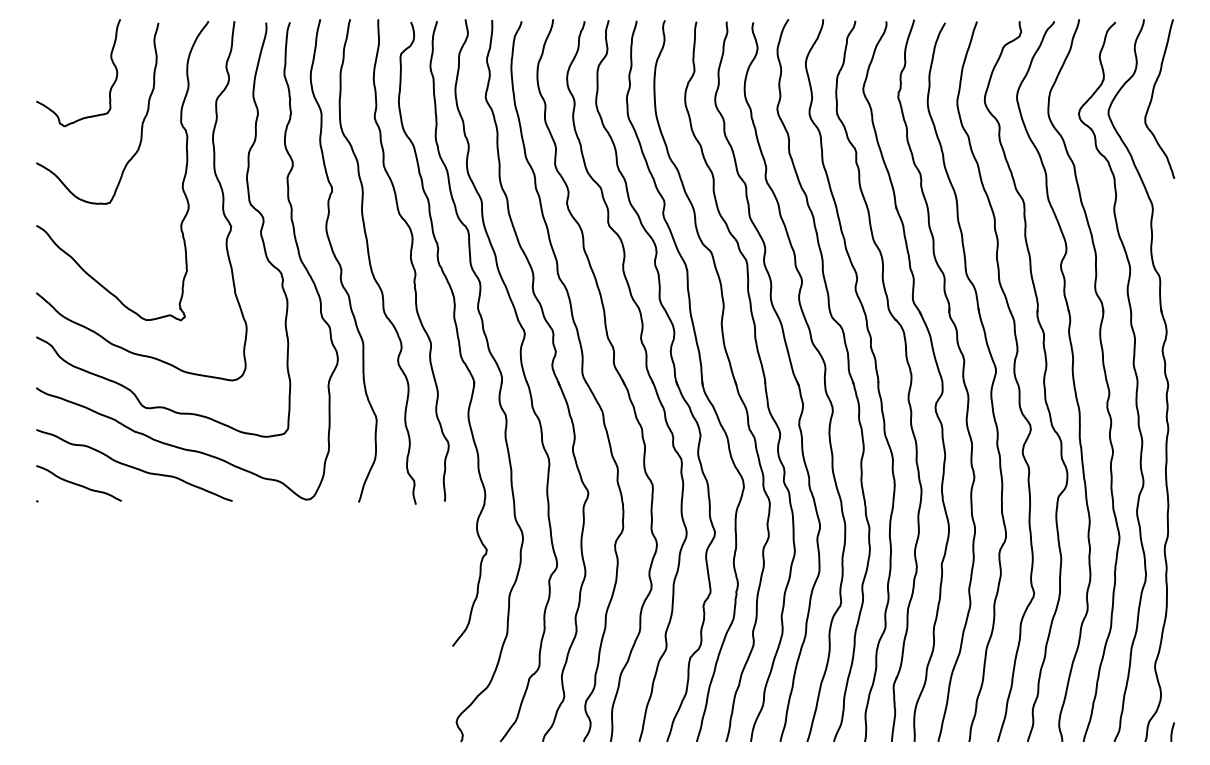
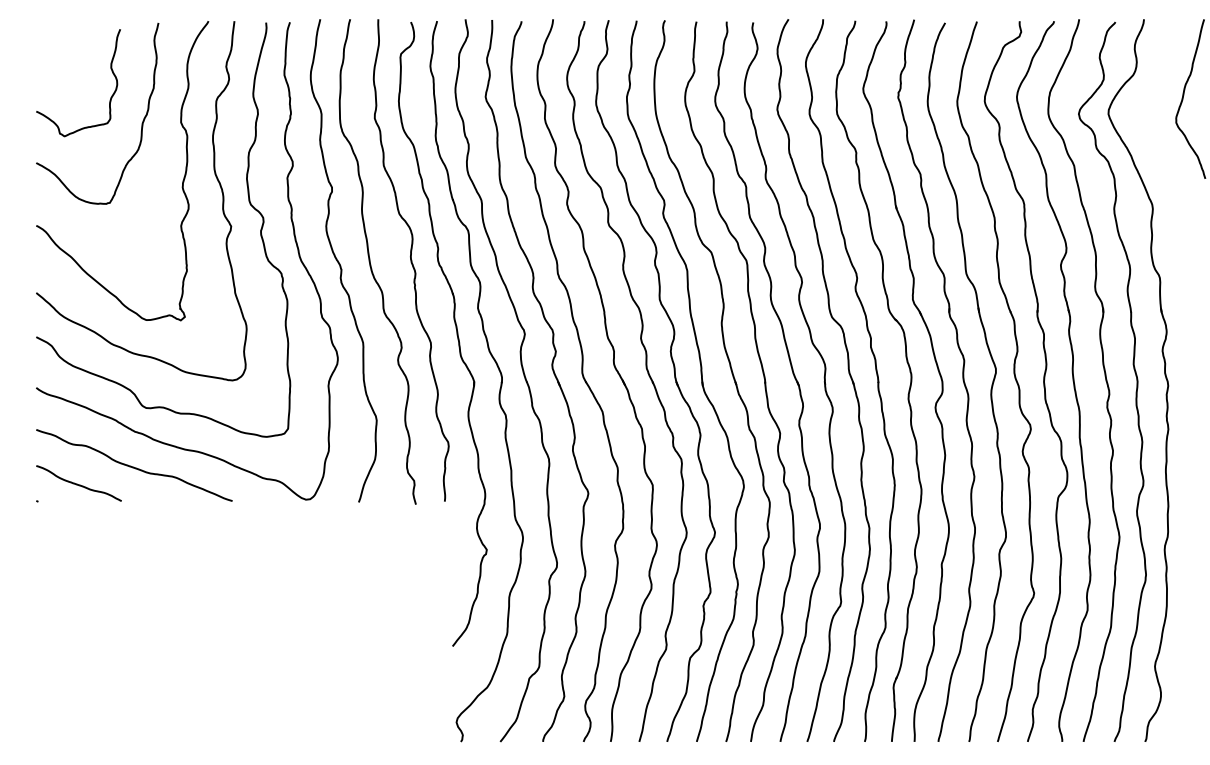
curve at (110, 59) position: (110, 59) -> (110, 69)
curve at (1153, 95) position: (1153, 95) -> (1184, 95)
line at (1172, 731): present -> none
